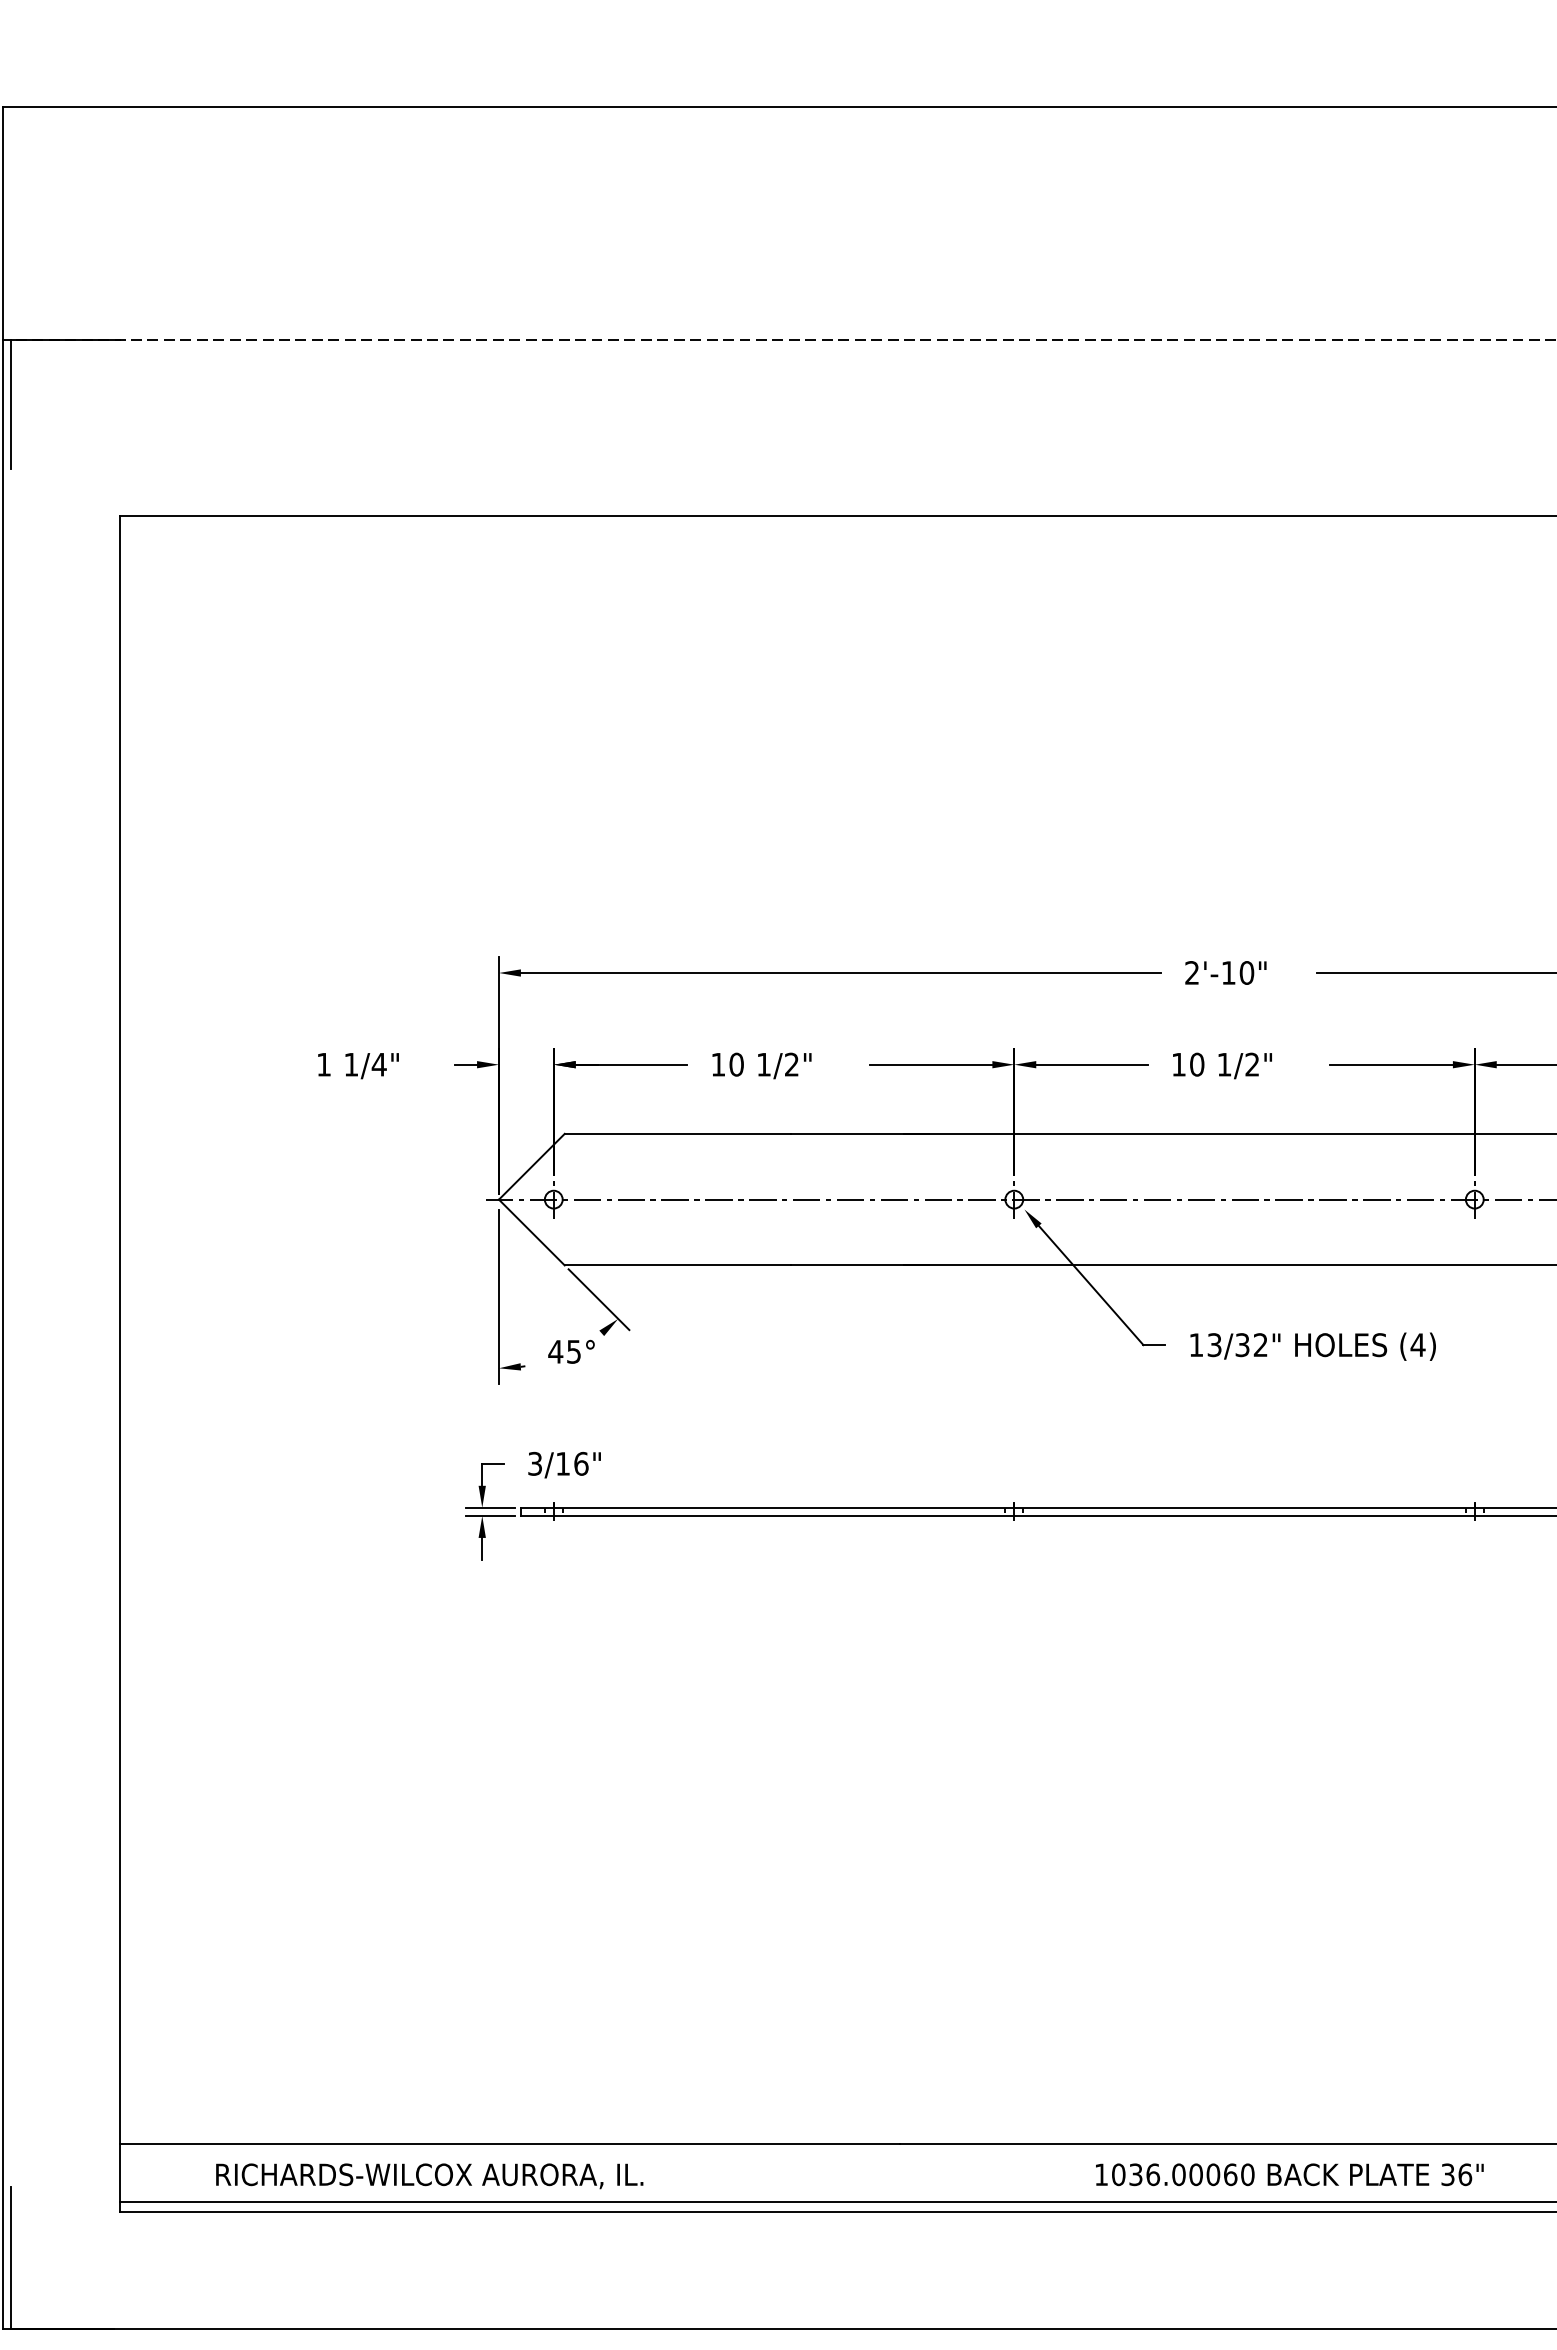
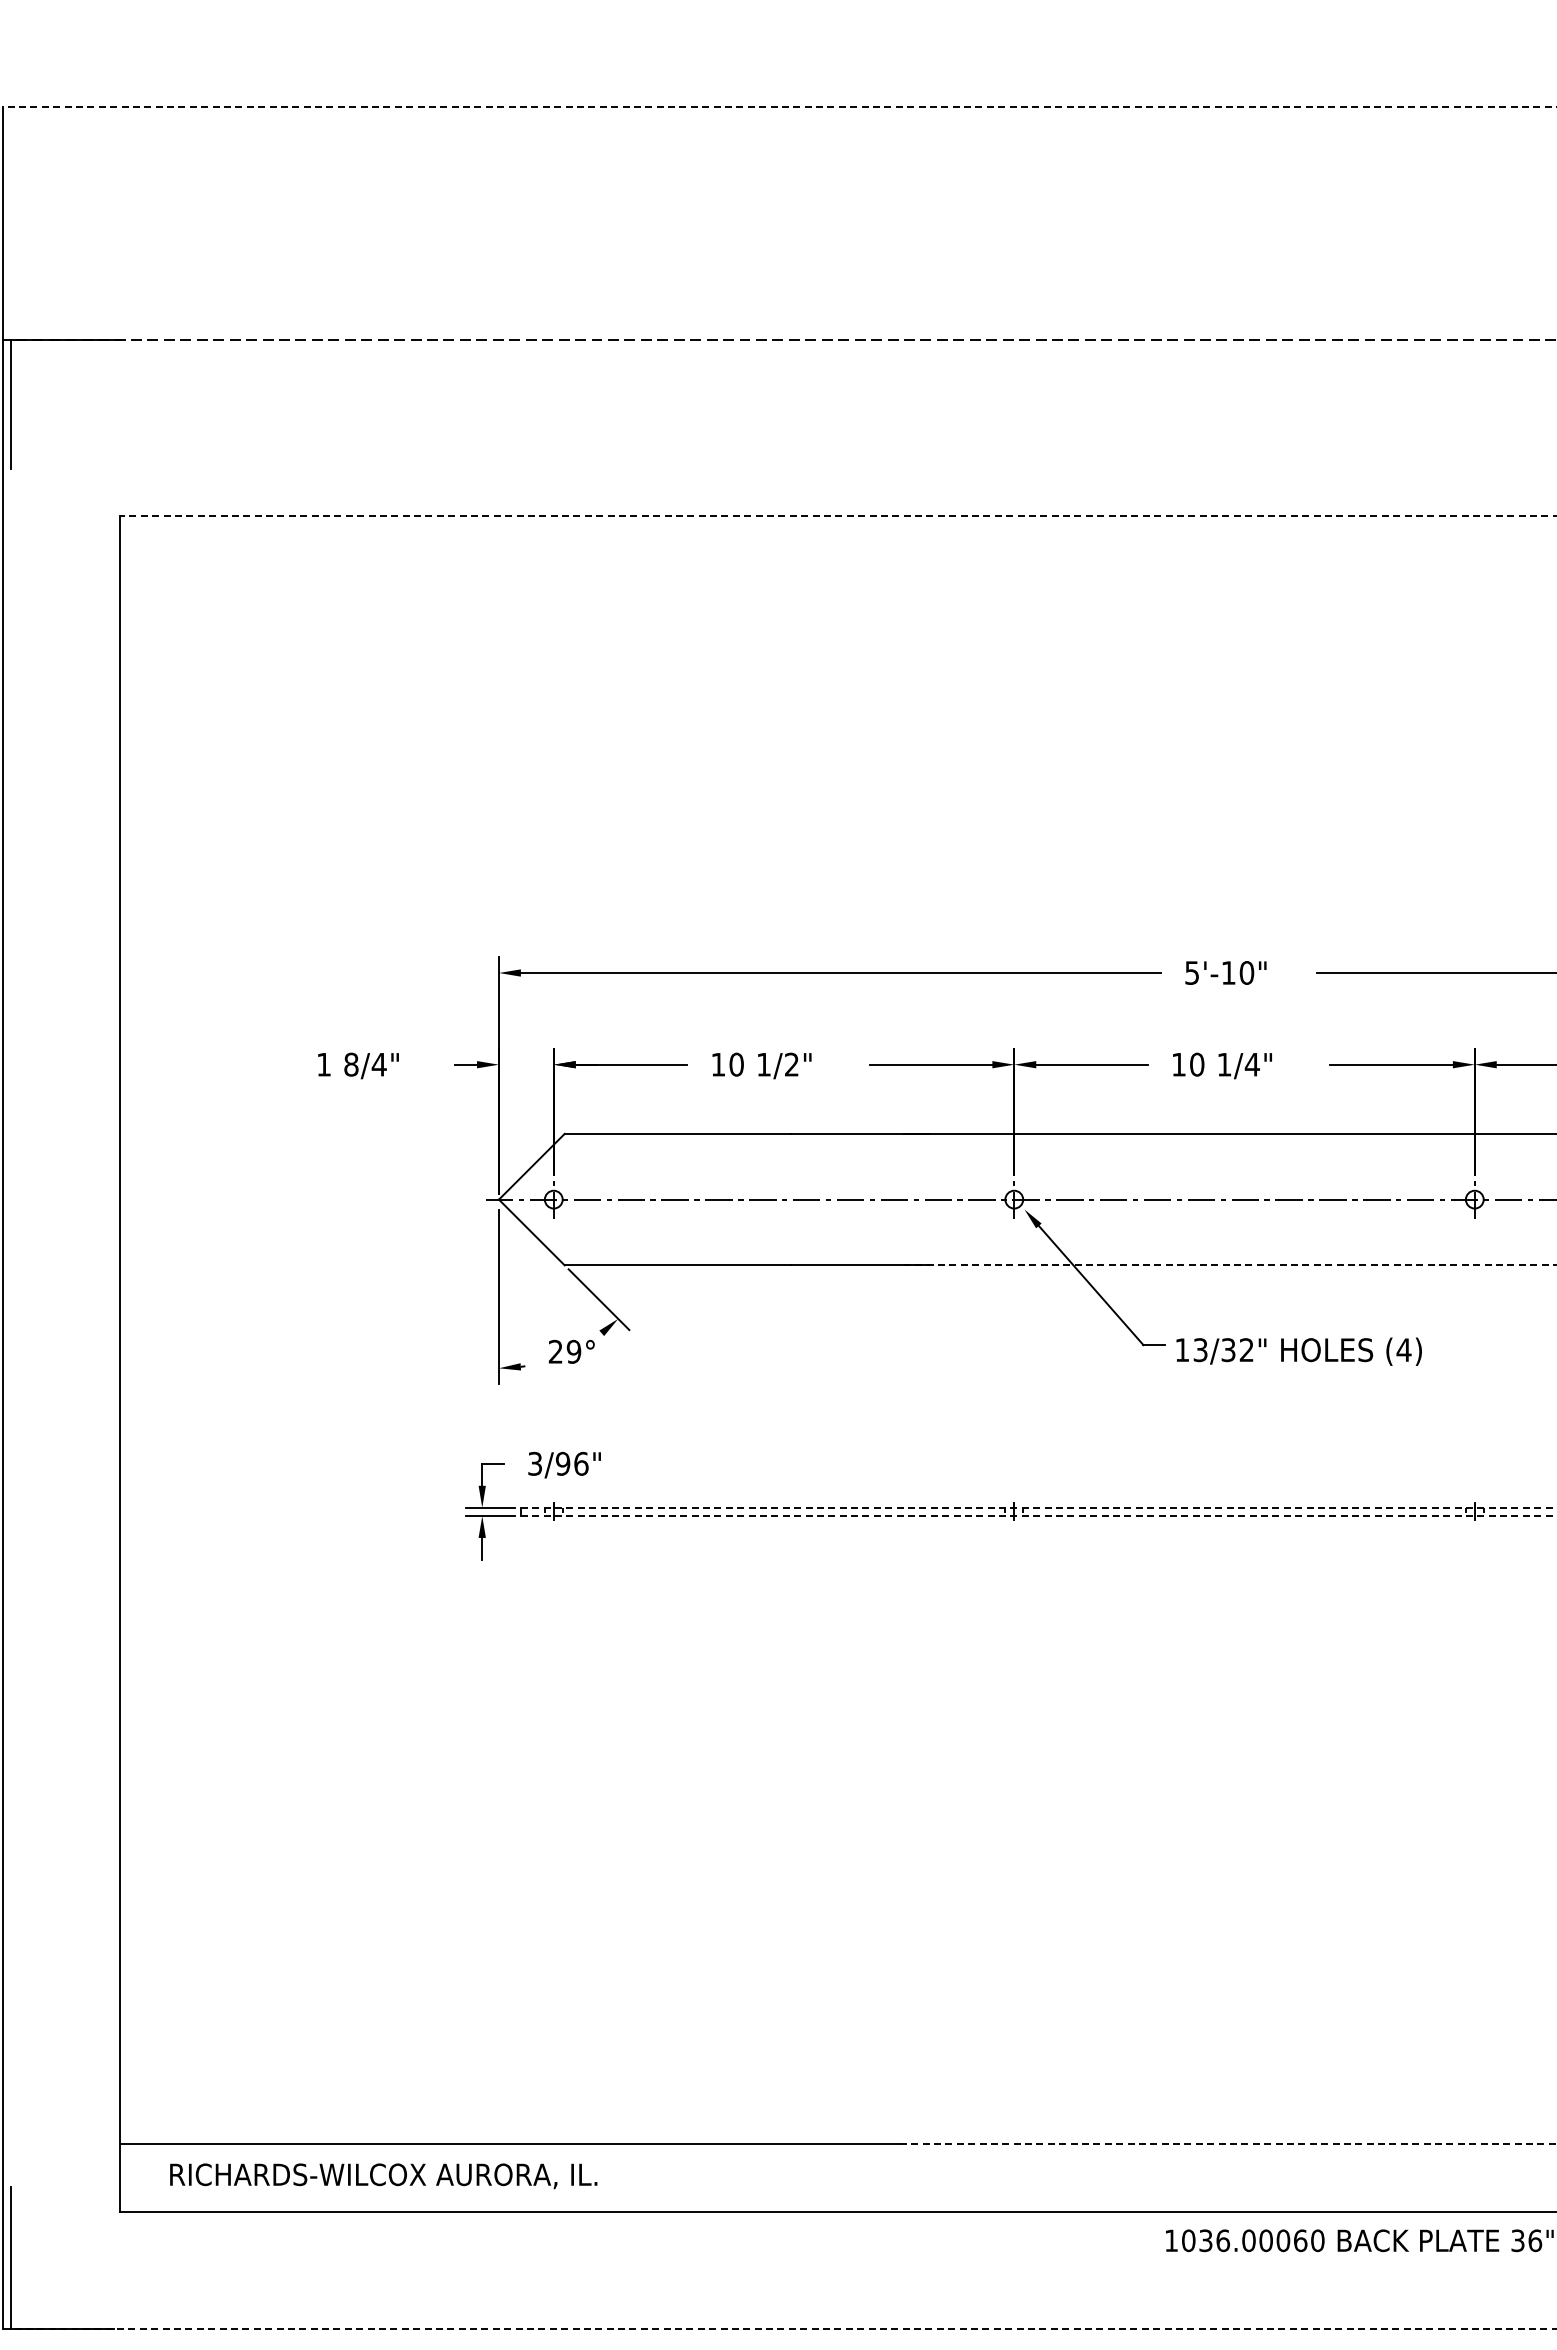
line at (779, 106): solid -> dashed
line at (838, 515): solid -> dashed
text at (1191, 972): 2'-10" -> 5'-10"
text at (351, 1064): 1/4" -> 8/4"
text at (1251, 1064): 1/2" -> 1/4"
line at (1230, 1265): solid -> dashed
text at (1312, 1346) position: (1312, 1346) -> (1298, 1351)
text at (564, 1351): 45° -> 29°
text at (562, 1463): 3/16" -> 3/96"
line at (1038, 1507): solid -> dashed
line at (1038, 1516): solid -> dashed
line at (1228, 2143): solid -> dashed
text at (1289, 2174) position: (1289, 2174) -> (1359, 2240)
text at (429, 2176) position: (429, 2176) -> (383, 2176)
line at (836, 2202): present -> none
line at (780, 2328): solid -> dashed
